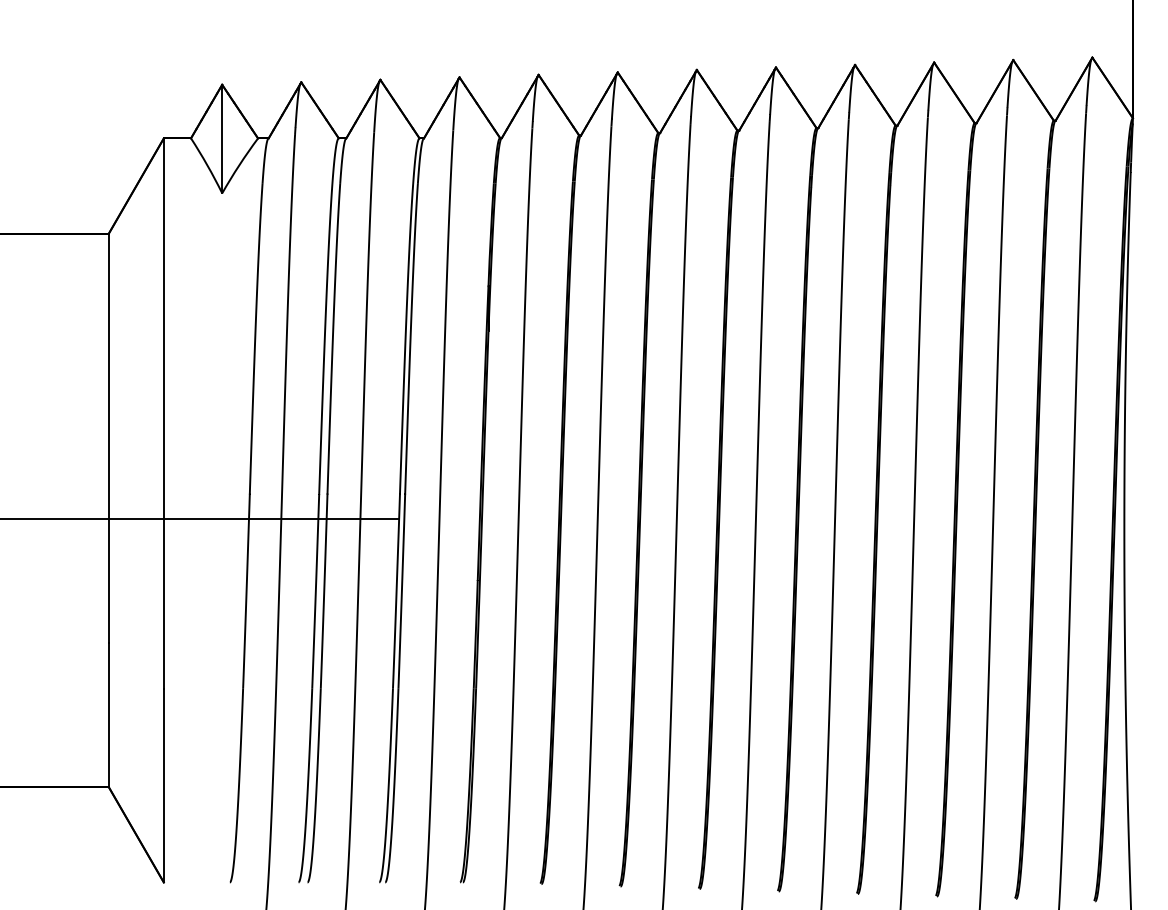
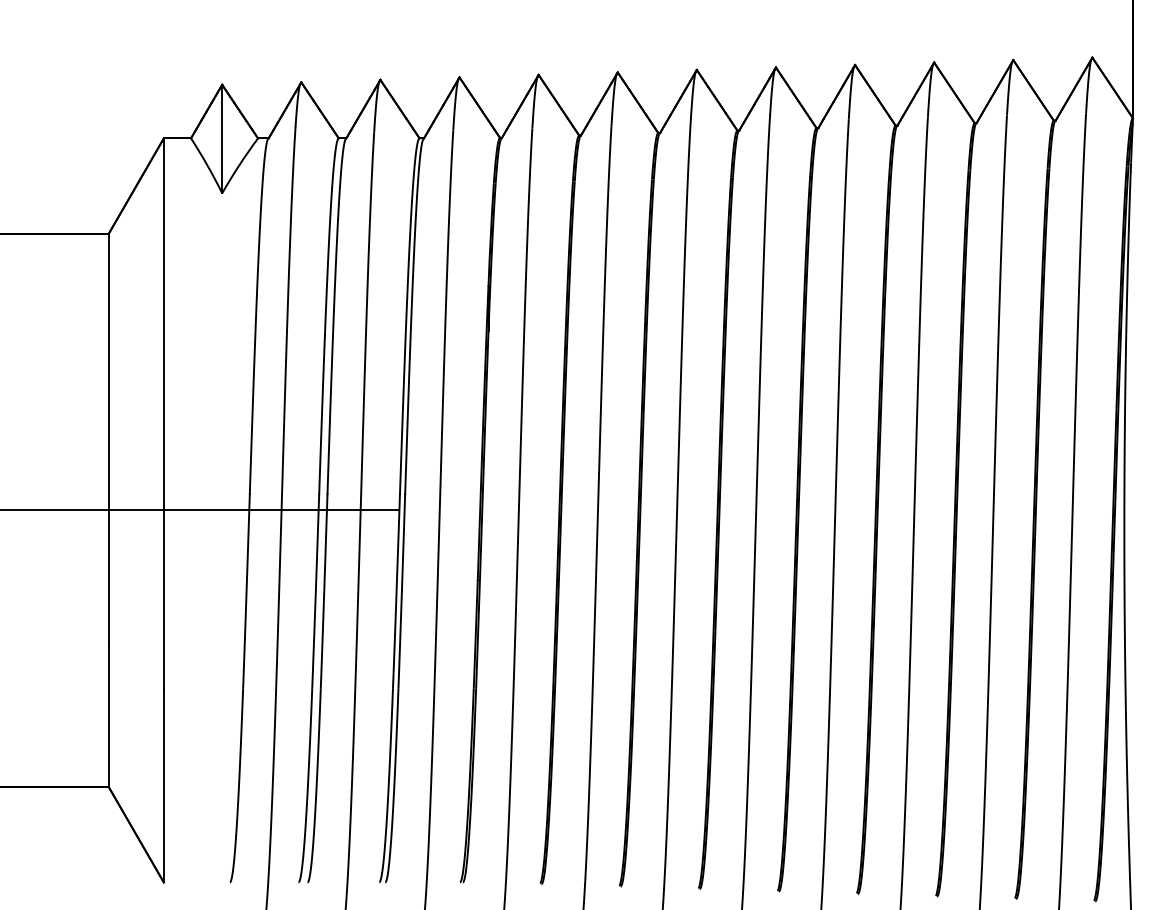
line at (200, 519) position: (200, 519) -> (200, 510)
